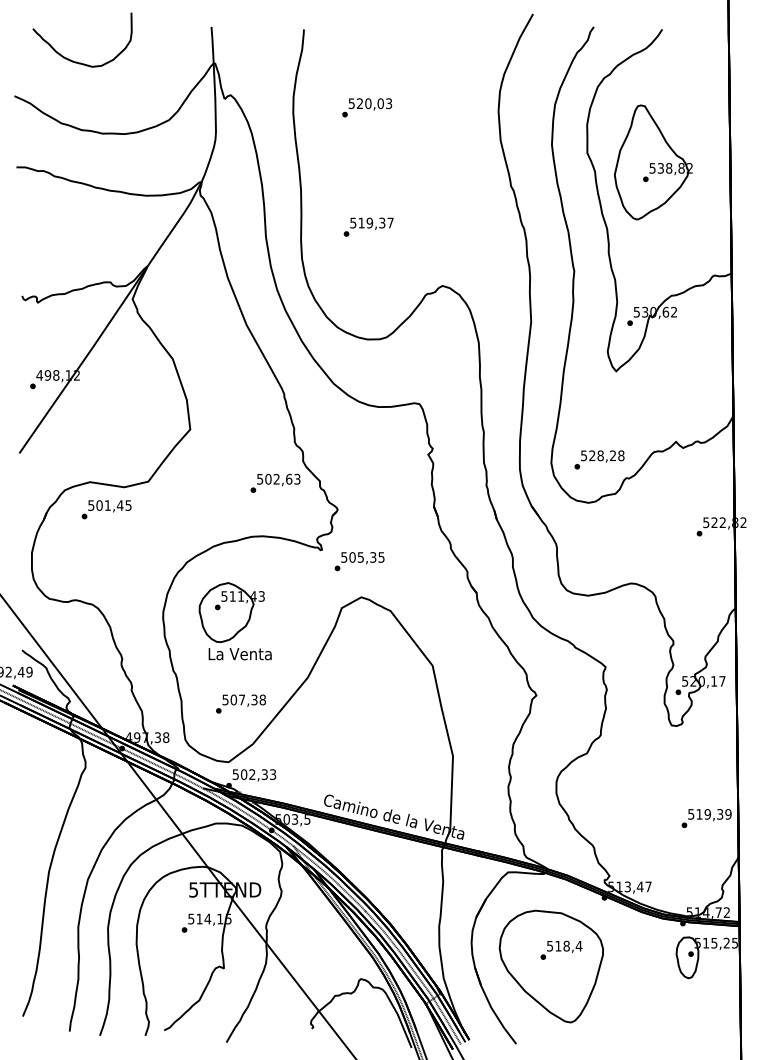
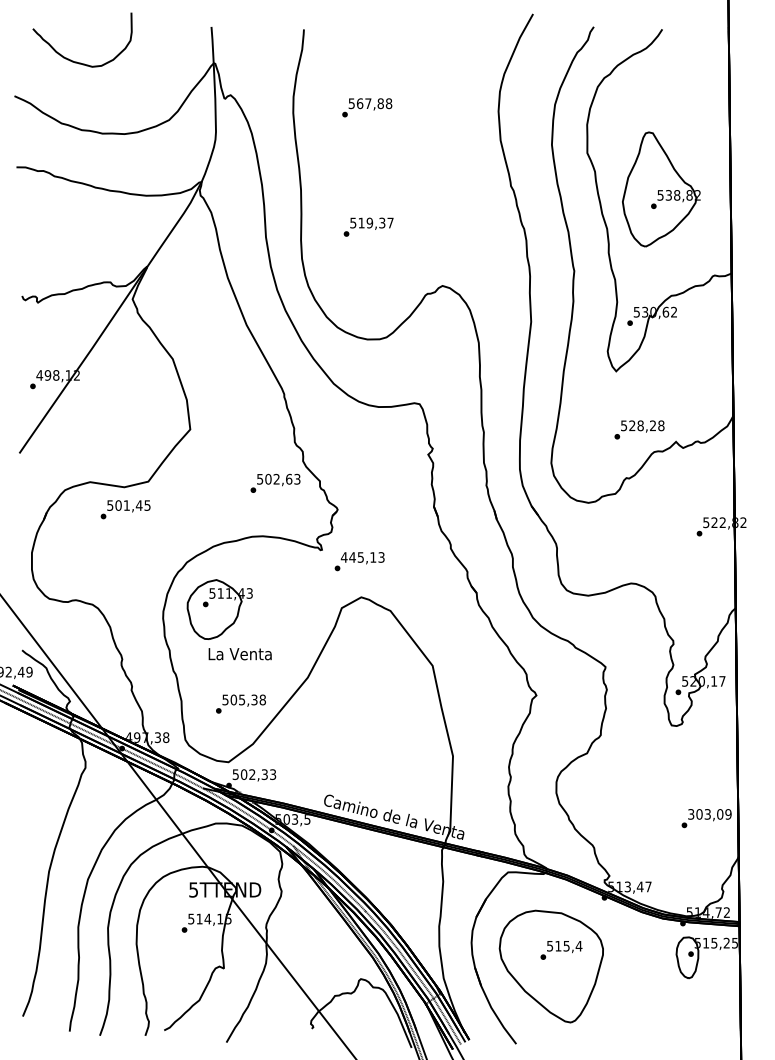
text at (374, 103): 520,03 -> 567,88
part at (653, 162) position: (653, 162) -> (661, 189)
text at (599, 459) position: (599, 459) -> (639, 429)
text at (106, 509) position: (106, 509) -> (125, 509)
text at (362, 557): 505,35 -> 445,13
part at (231, 612) position: (231, 612) -> (219, 609)
text at (242, 699): 507,38 -> 505,38
text at (705, 814): 519,39 -> 303,09
text at (566, 945): 518,4 -> 515,4
